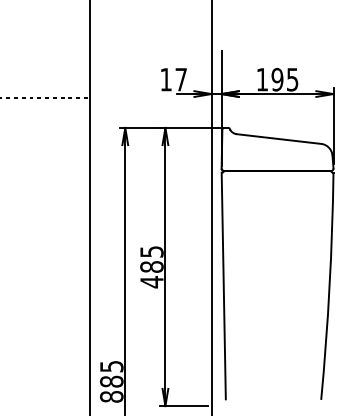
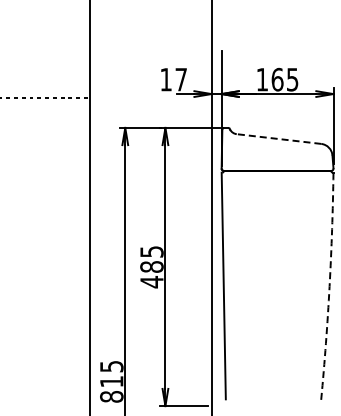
text at (277, 79): 195 -> 165
line at (279, 139): solid -> dashed
arc at (329, 286): solid -> dashed
text at (111, 381): 885 -> 815
